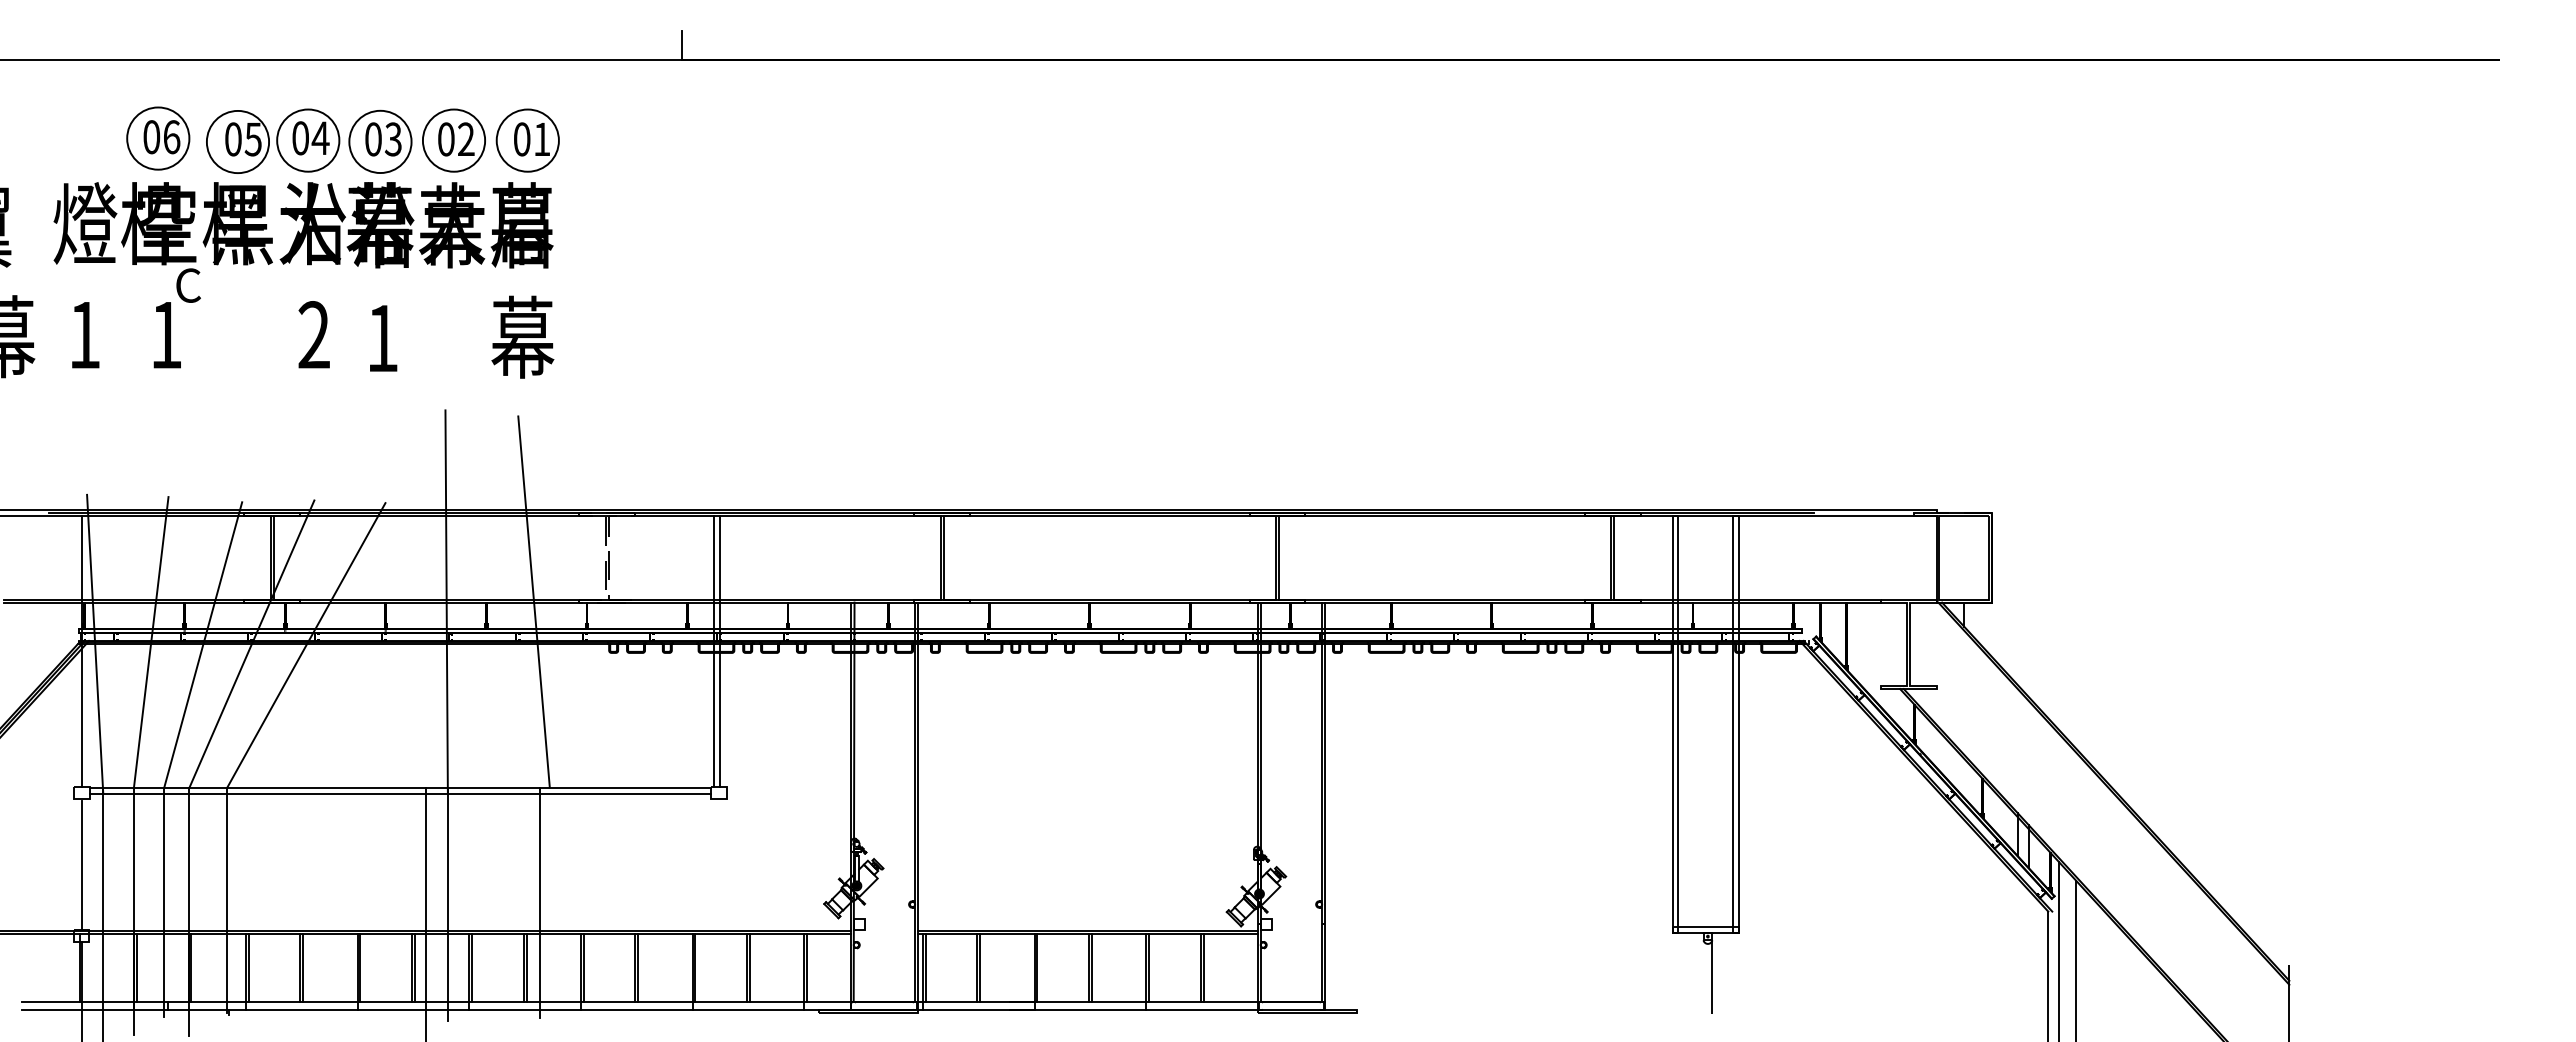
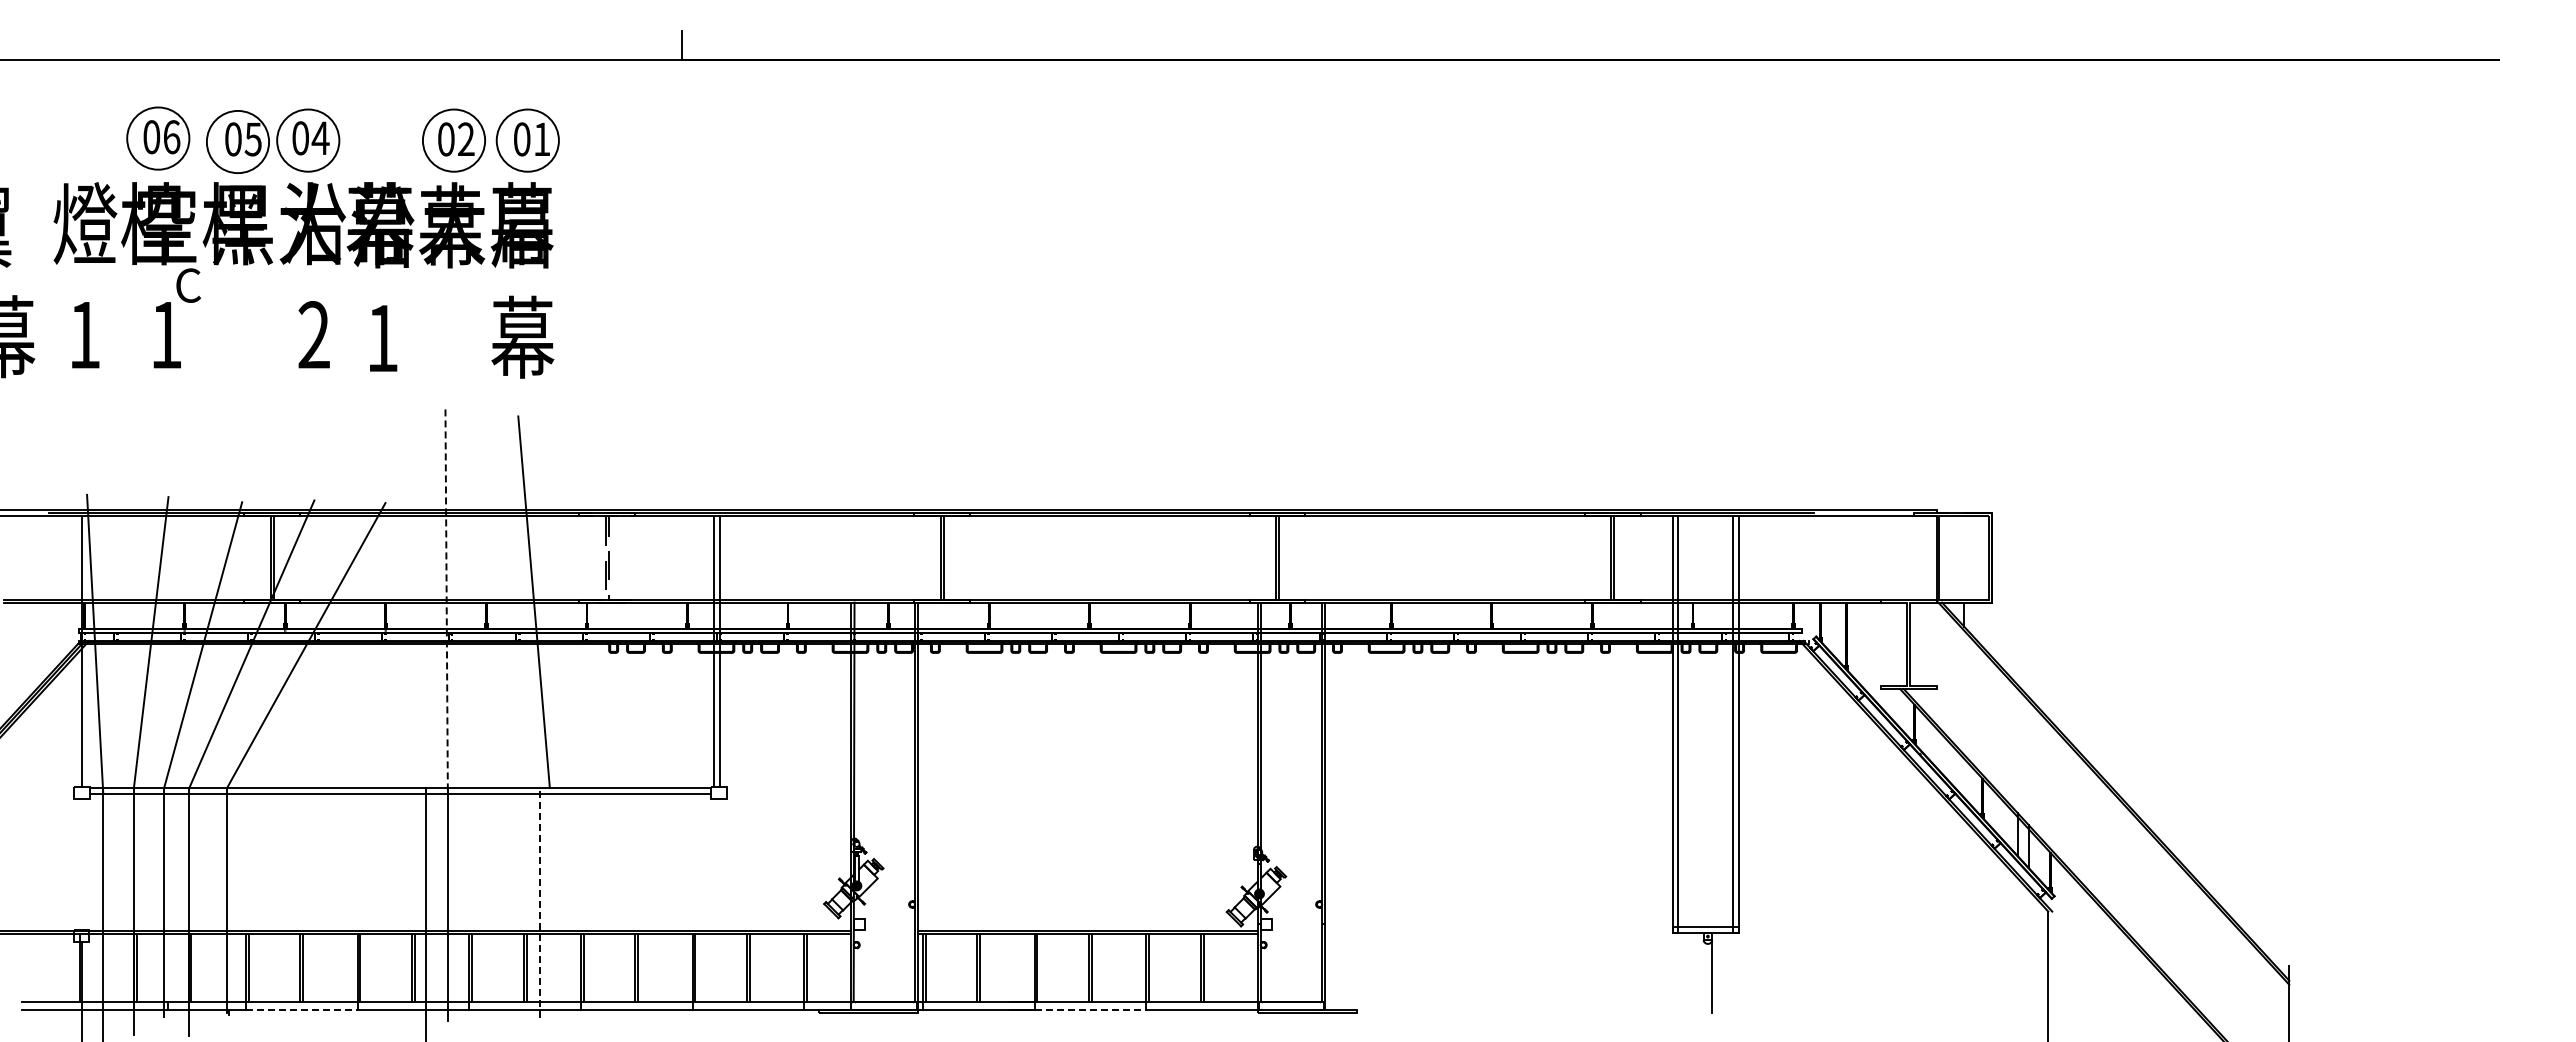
part at (380, 141): present -> none
line at (446, 602): solid -> dashed
line at (82, 865): present -> none
line at (539, 903): solid -> dashed
line at (2059, 950): present -> none
line at (2076, 959): present -> none
line at (301, 1010): solid -> dashed
line at (1090, 1010): solid -> dashed
